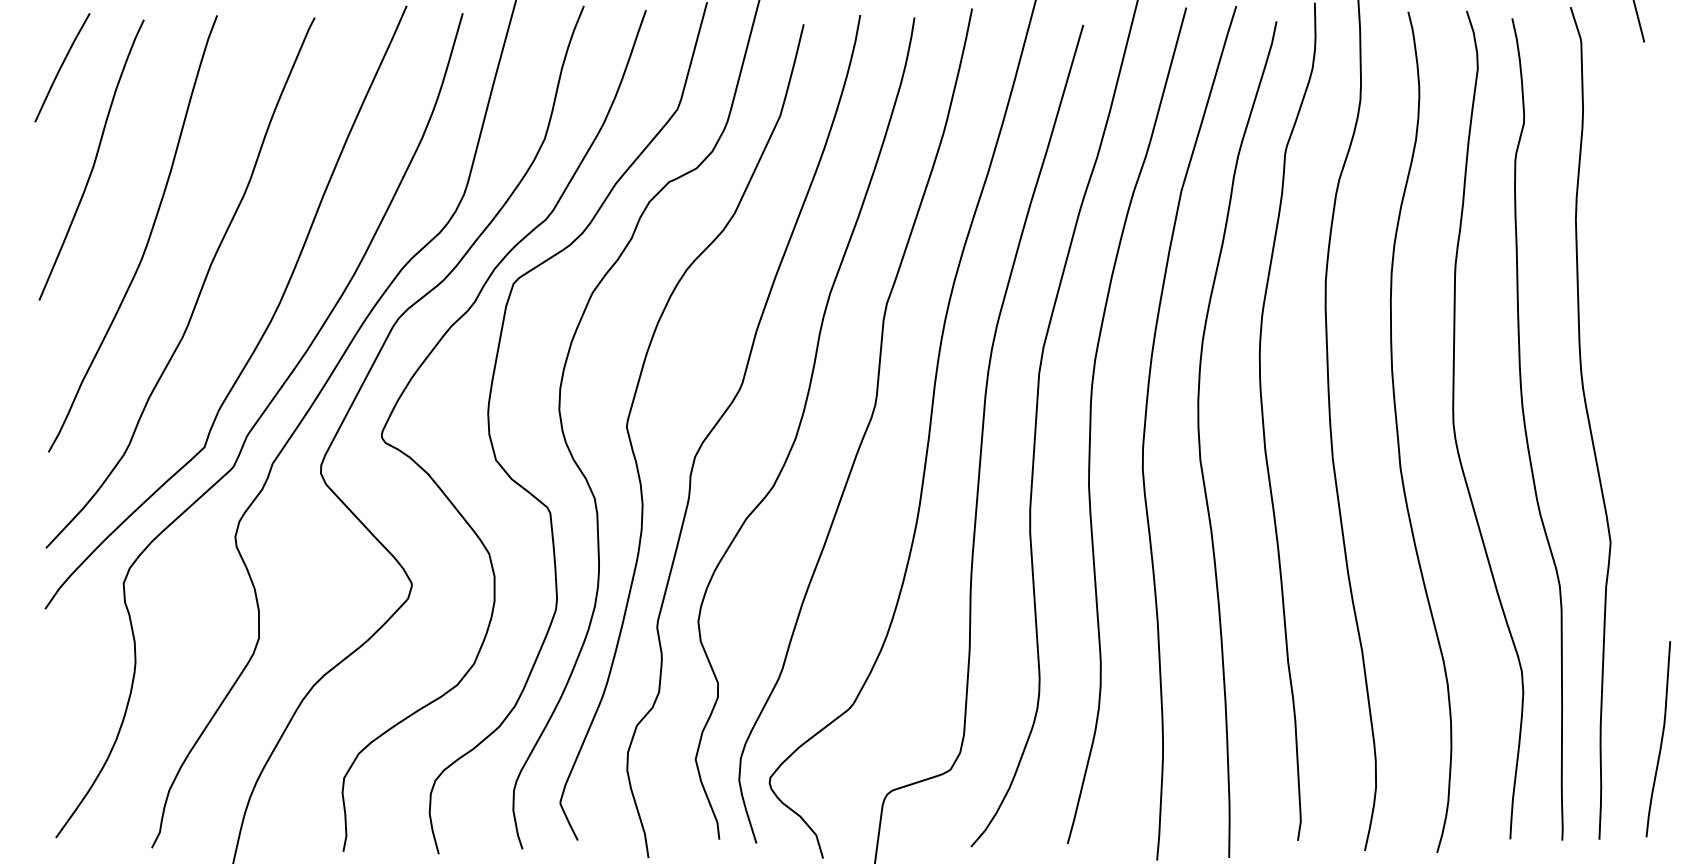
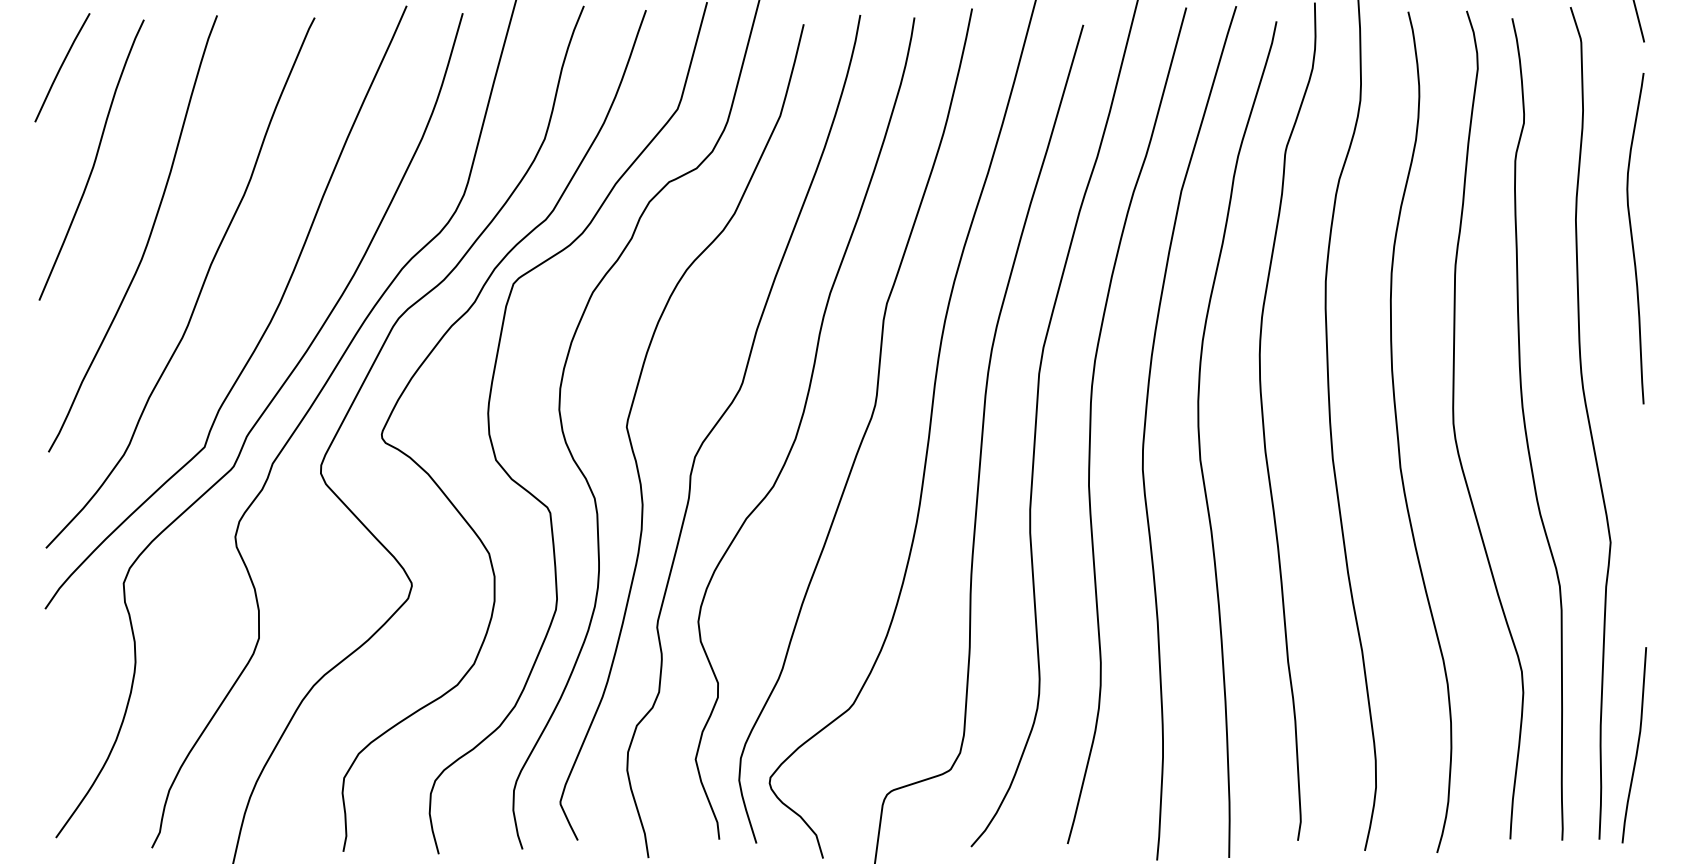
curve at (1633, 240): none -> present
curve at (1660, 741) position: (1660, 741) -> (1636, 747)
